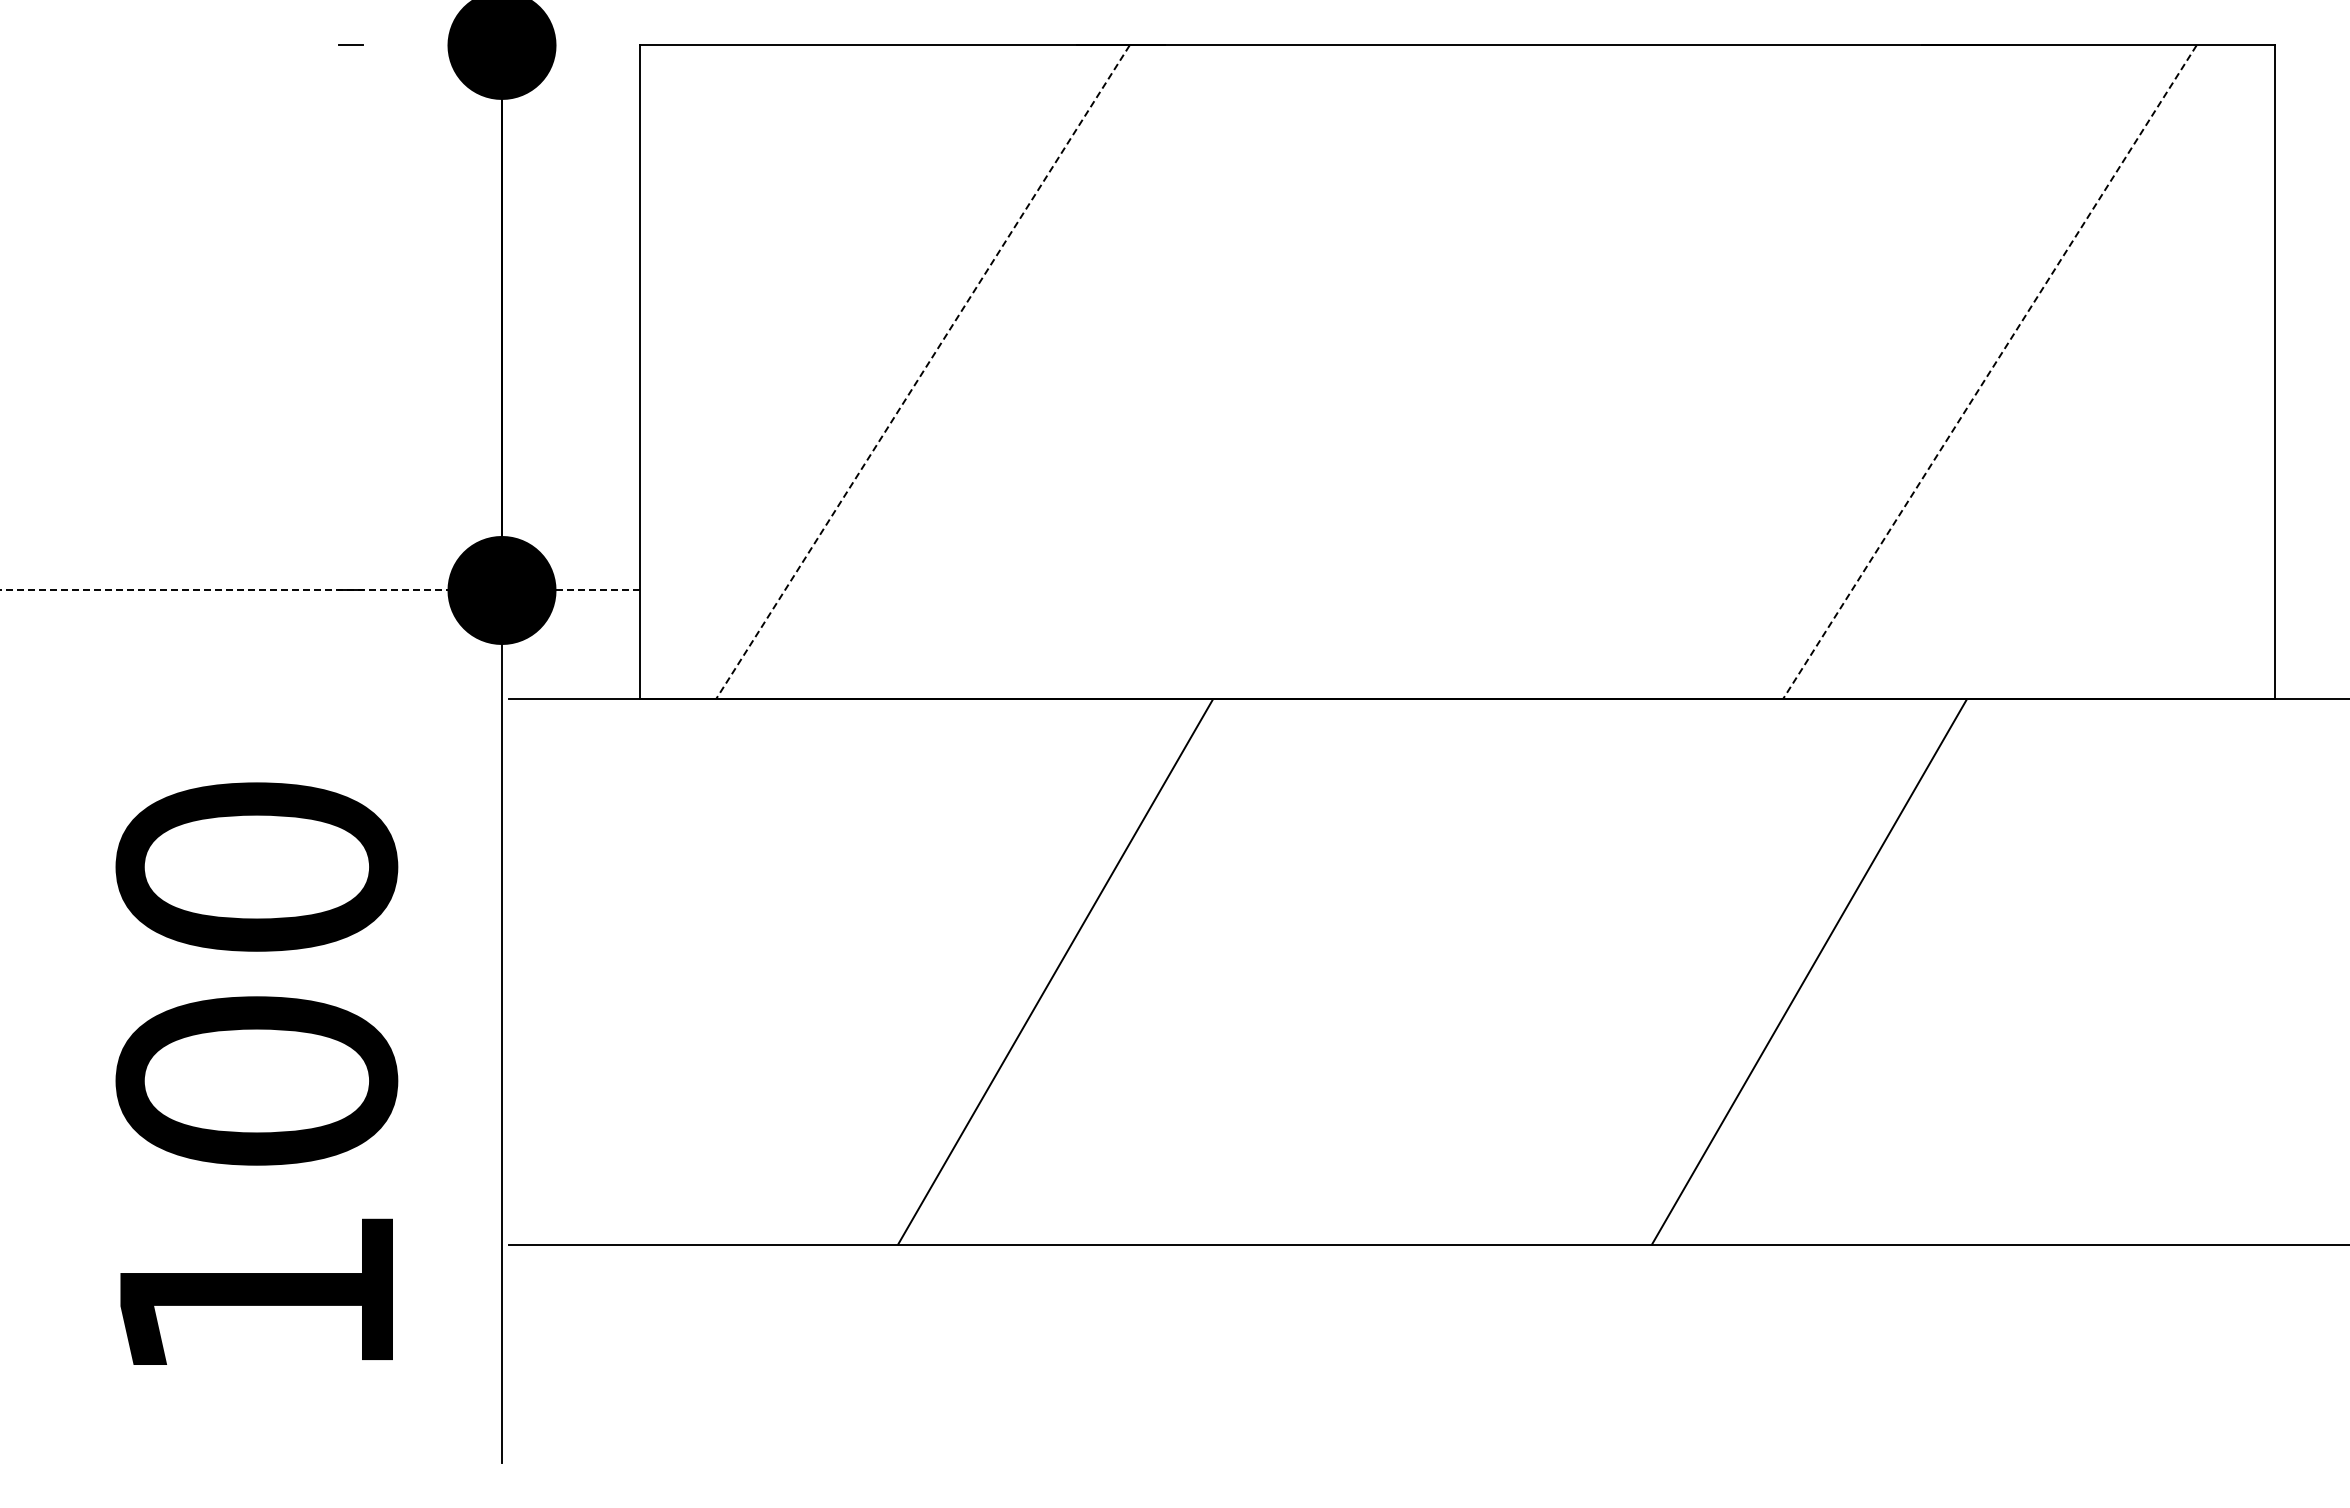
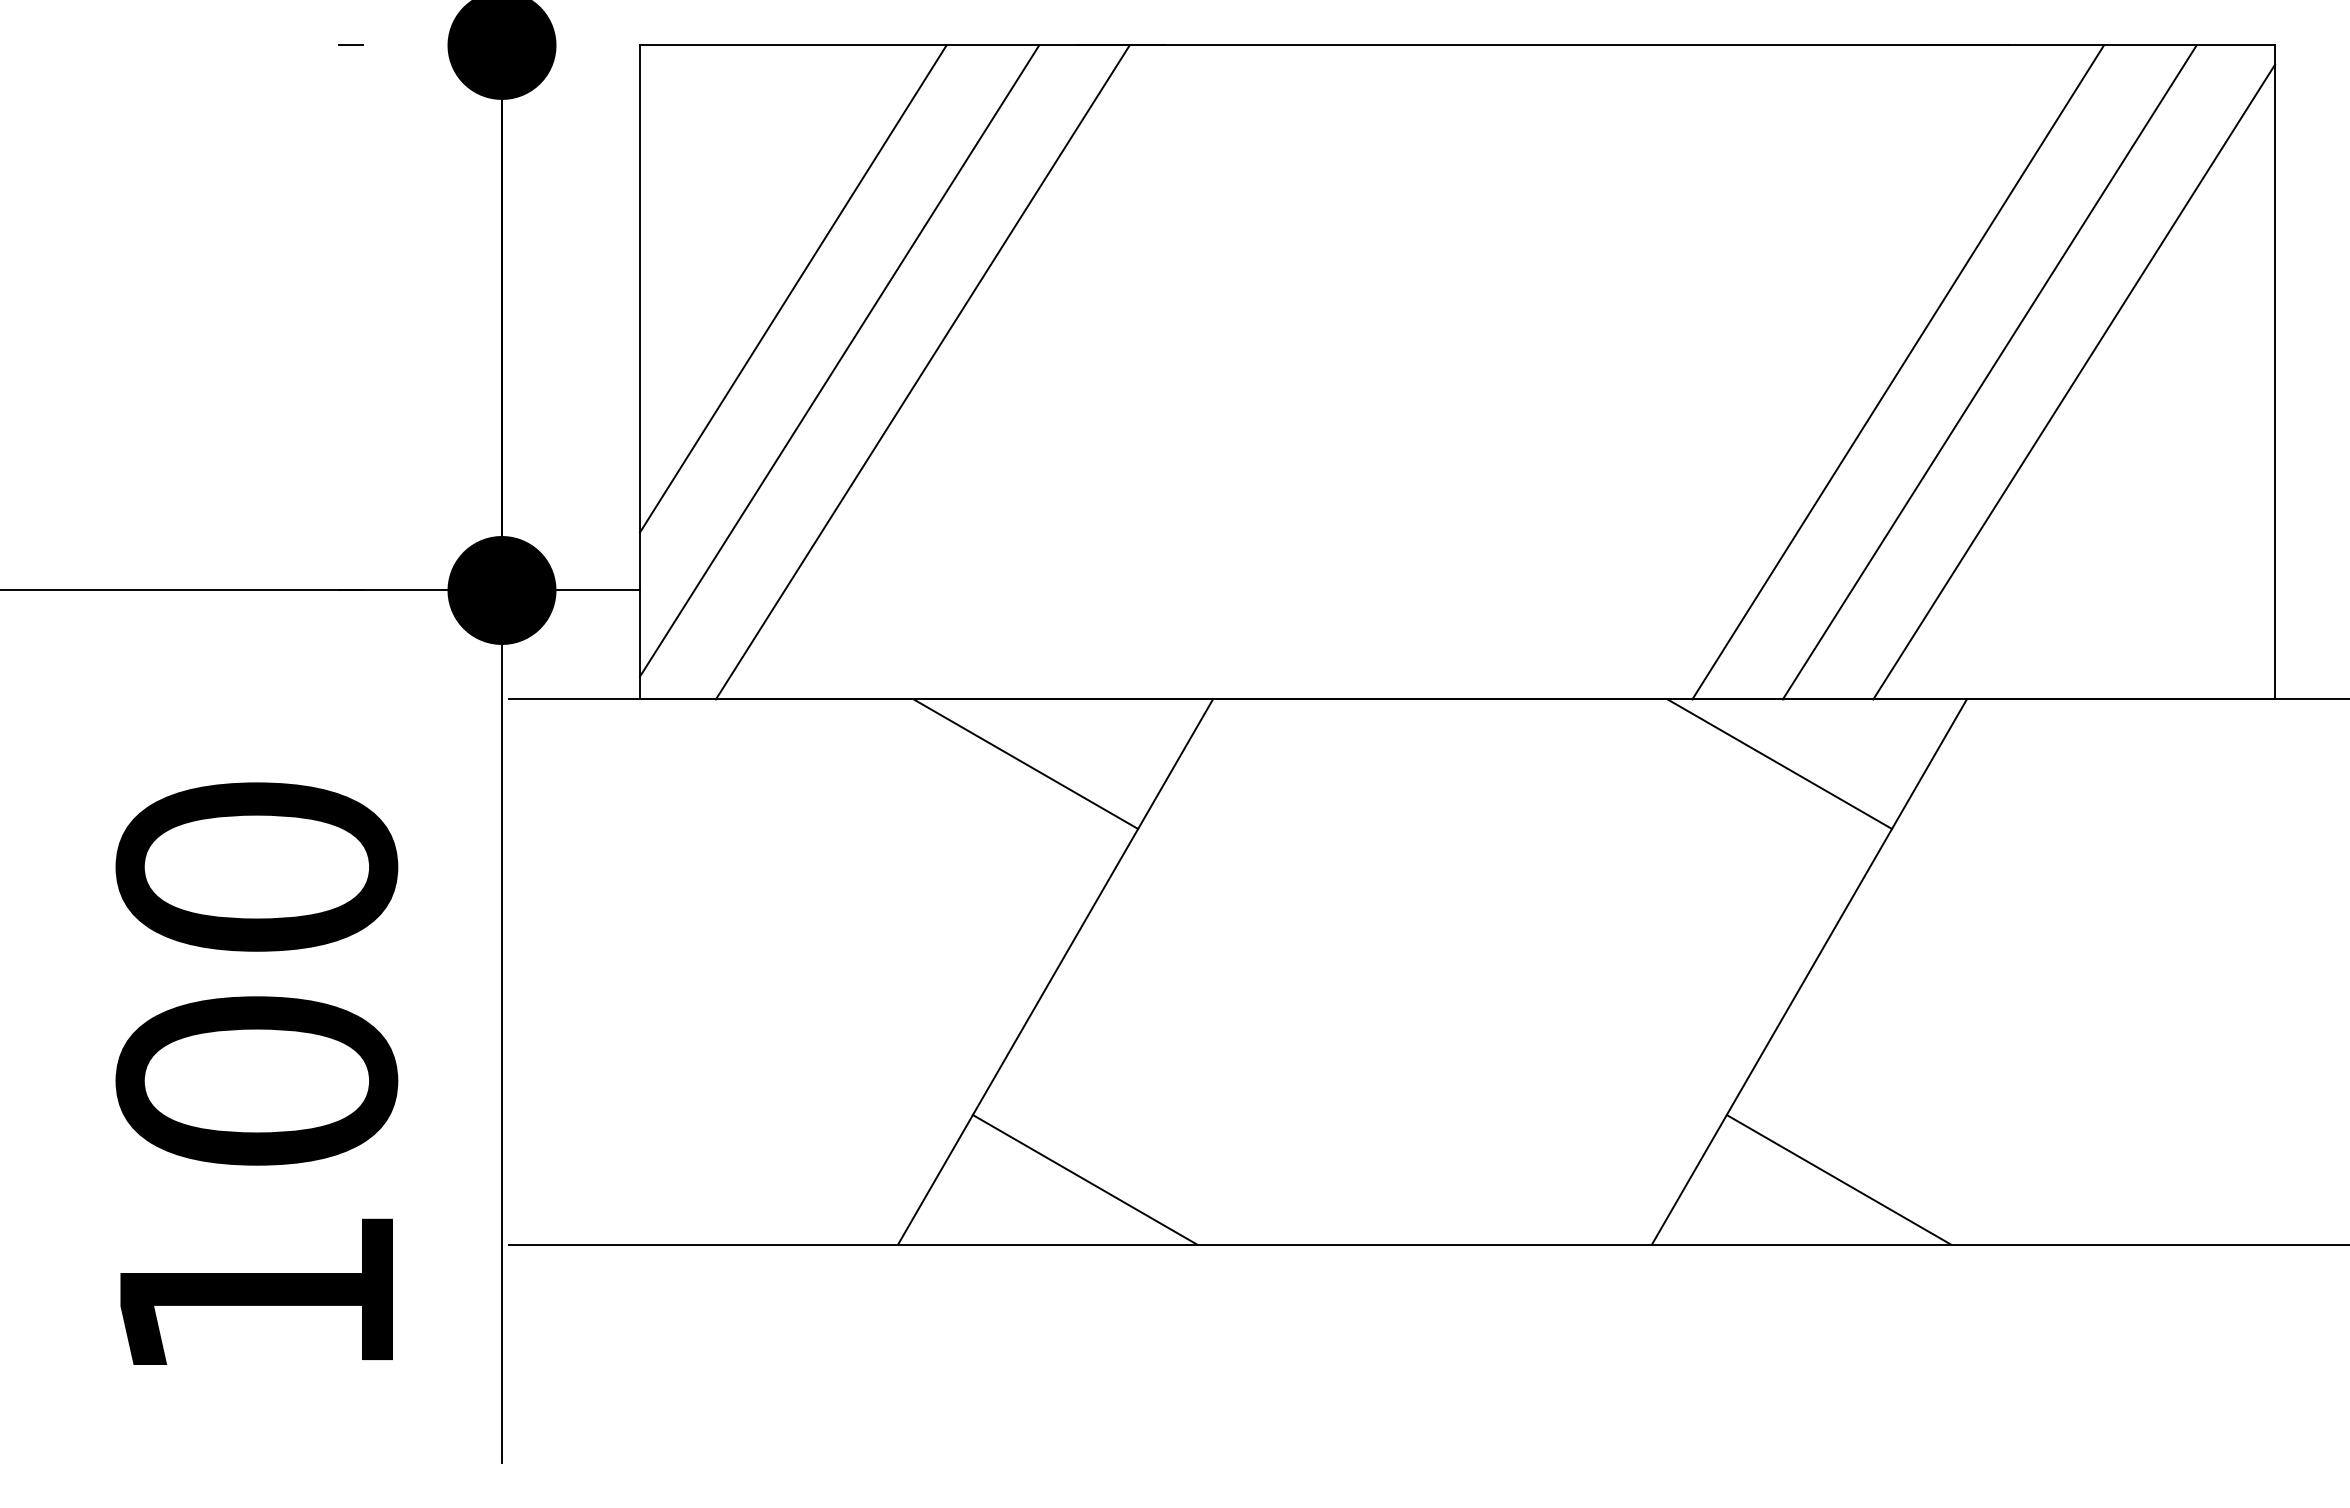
line at (793, 288): none -> present
line at (839, 360): none -> present
line at (922, 372): dashed -> solid
line at (1897, 372): none -> present
line at (1989, 372): dashed -> solid
line at (2074, 381): none -> present
line at (320, 590): dashed -> solid
line at (1025, 763): none -> present
line at (1779, 763): none -> present
line at (1084, 1179): none -> present
line at (1838, 1179): none -> present
